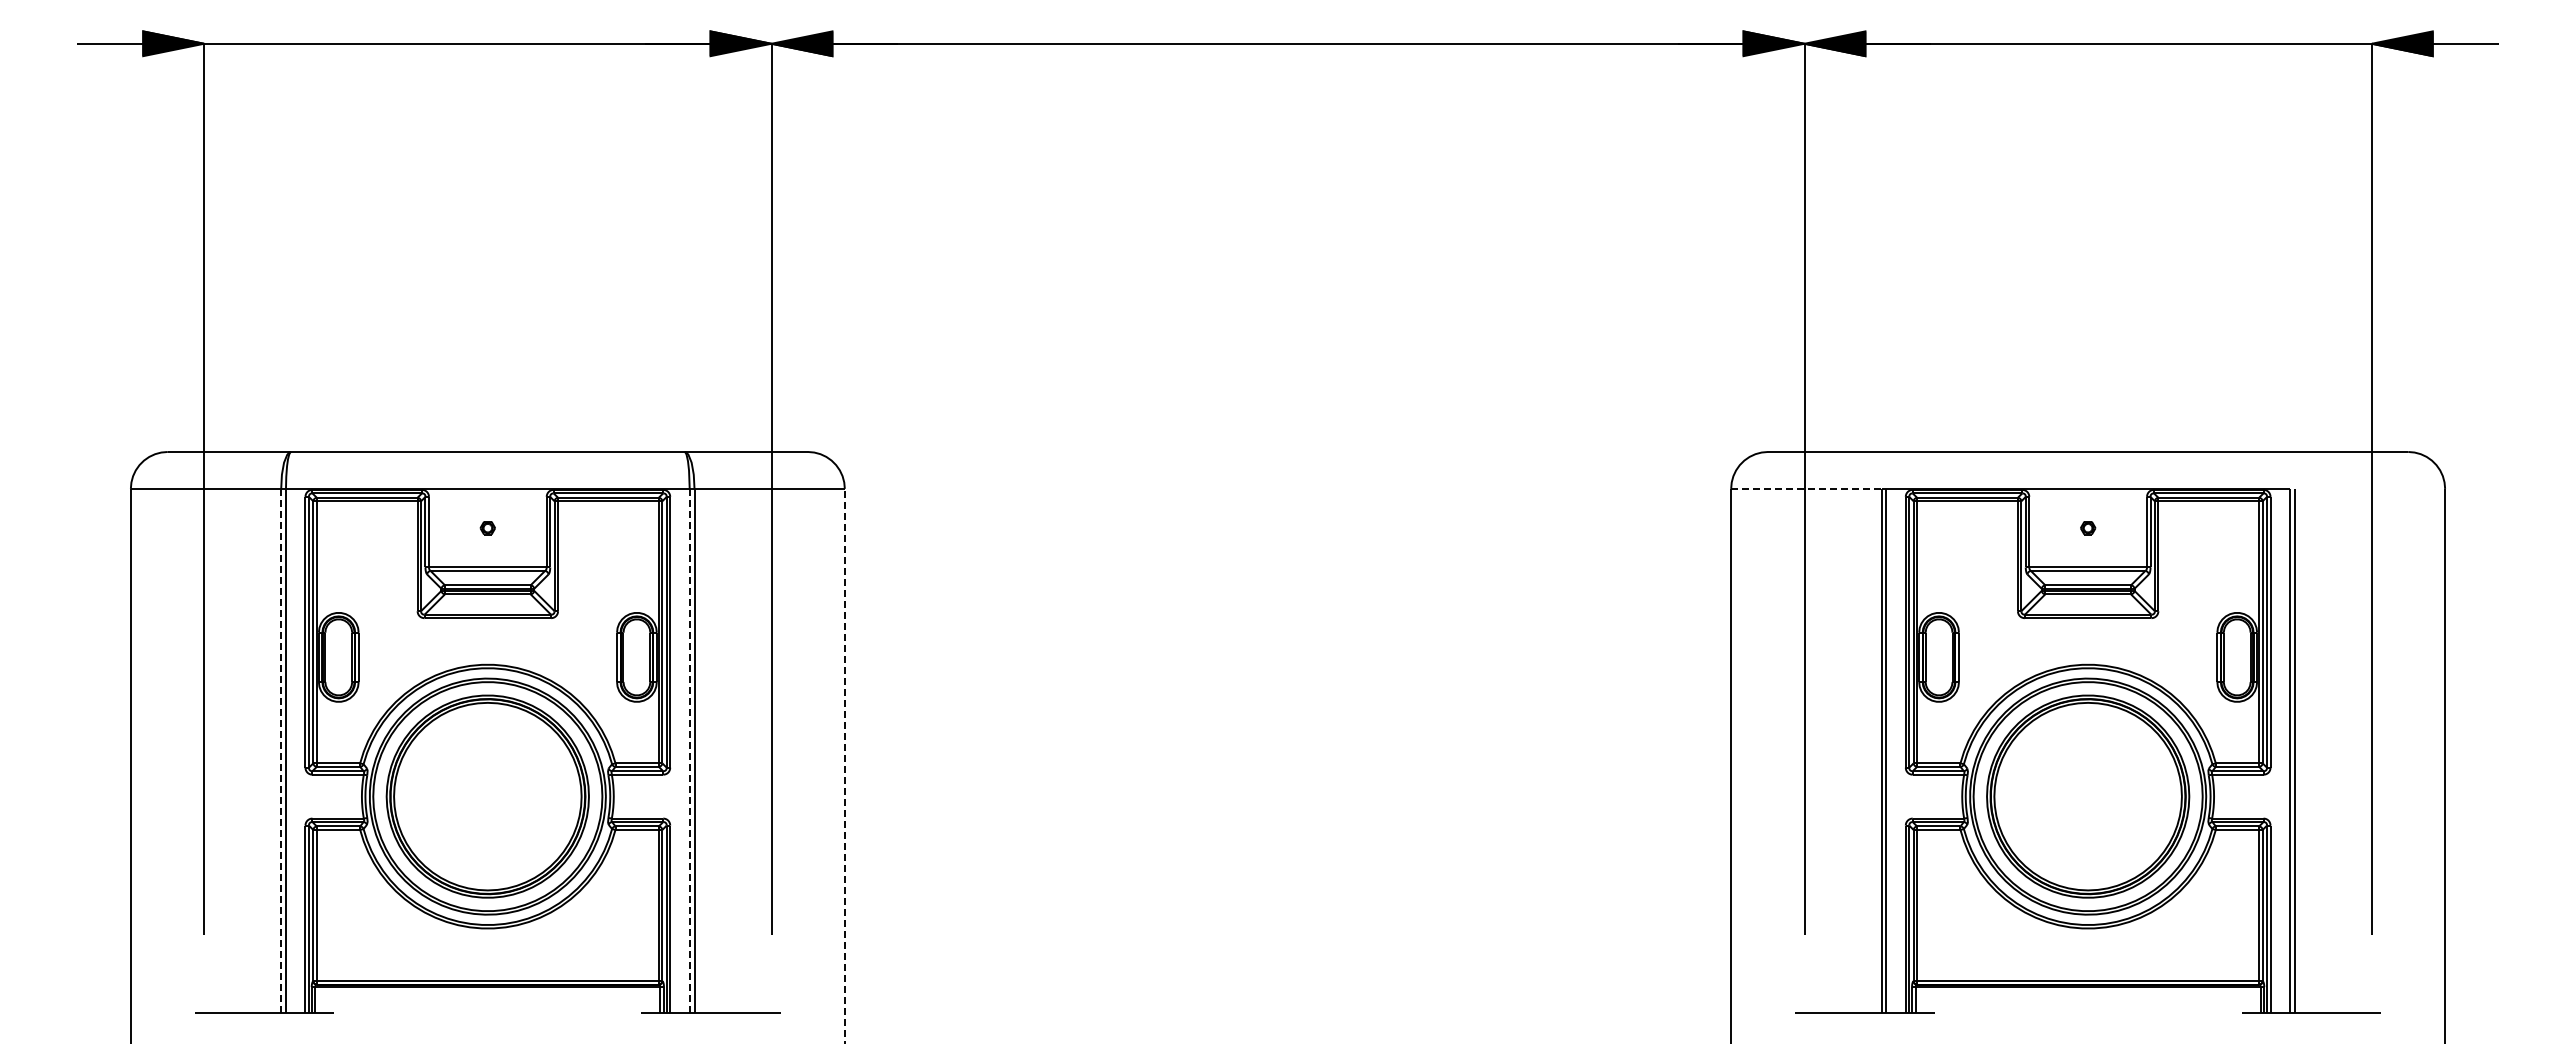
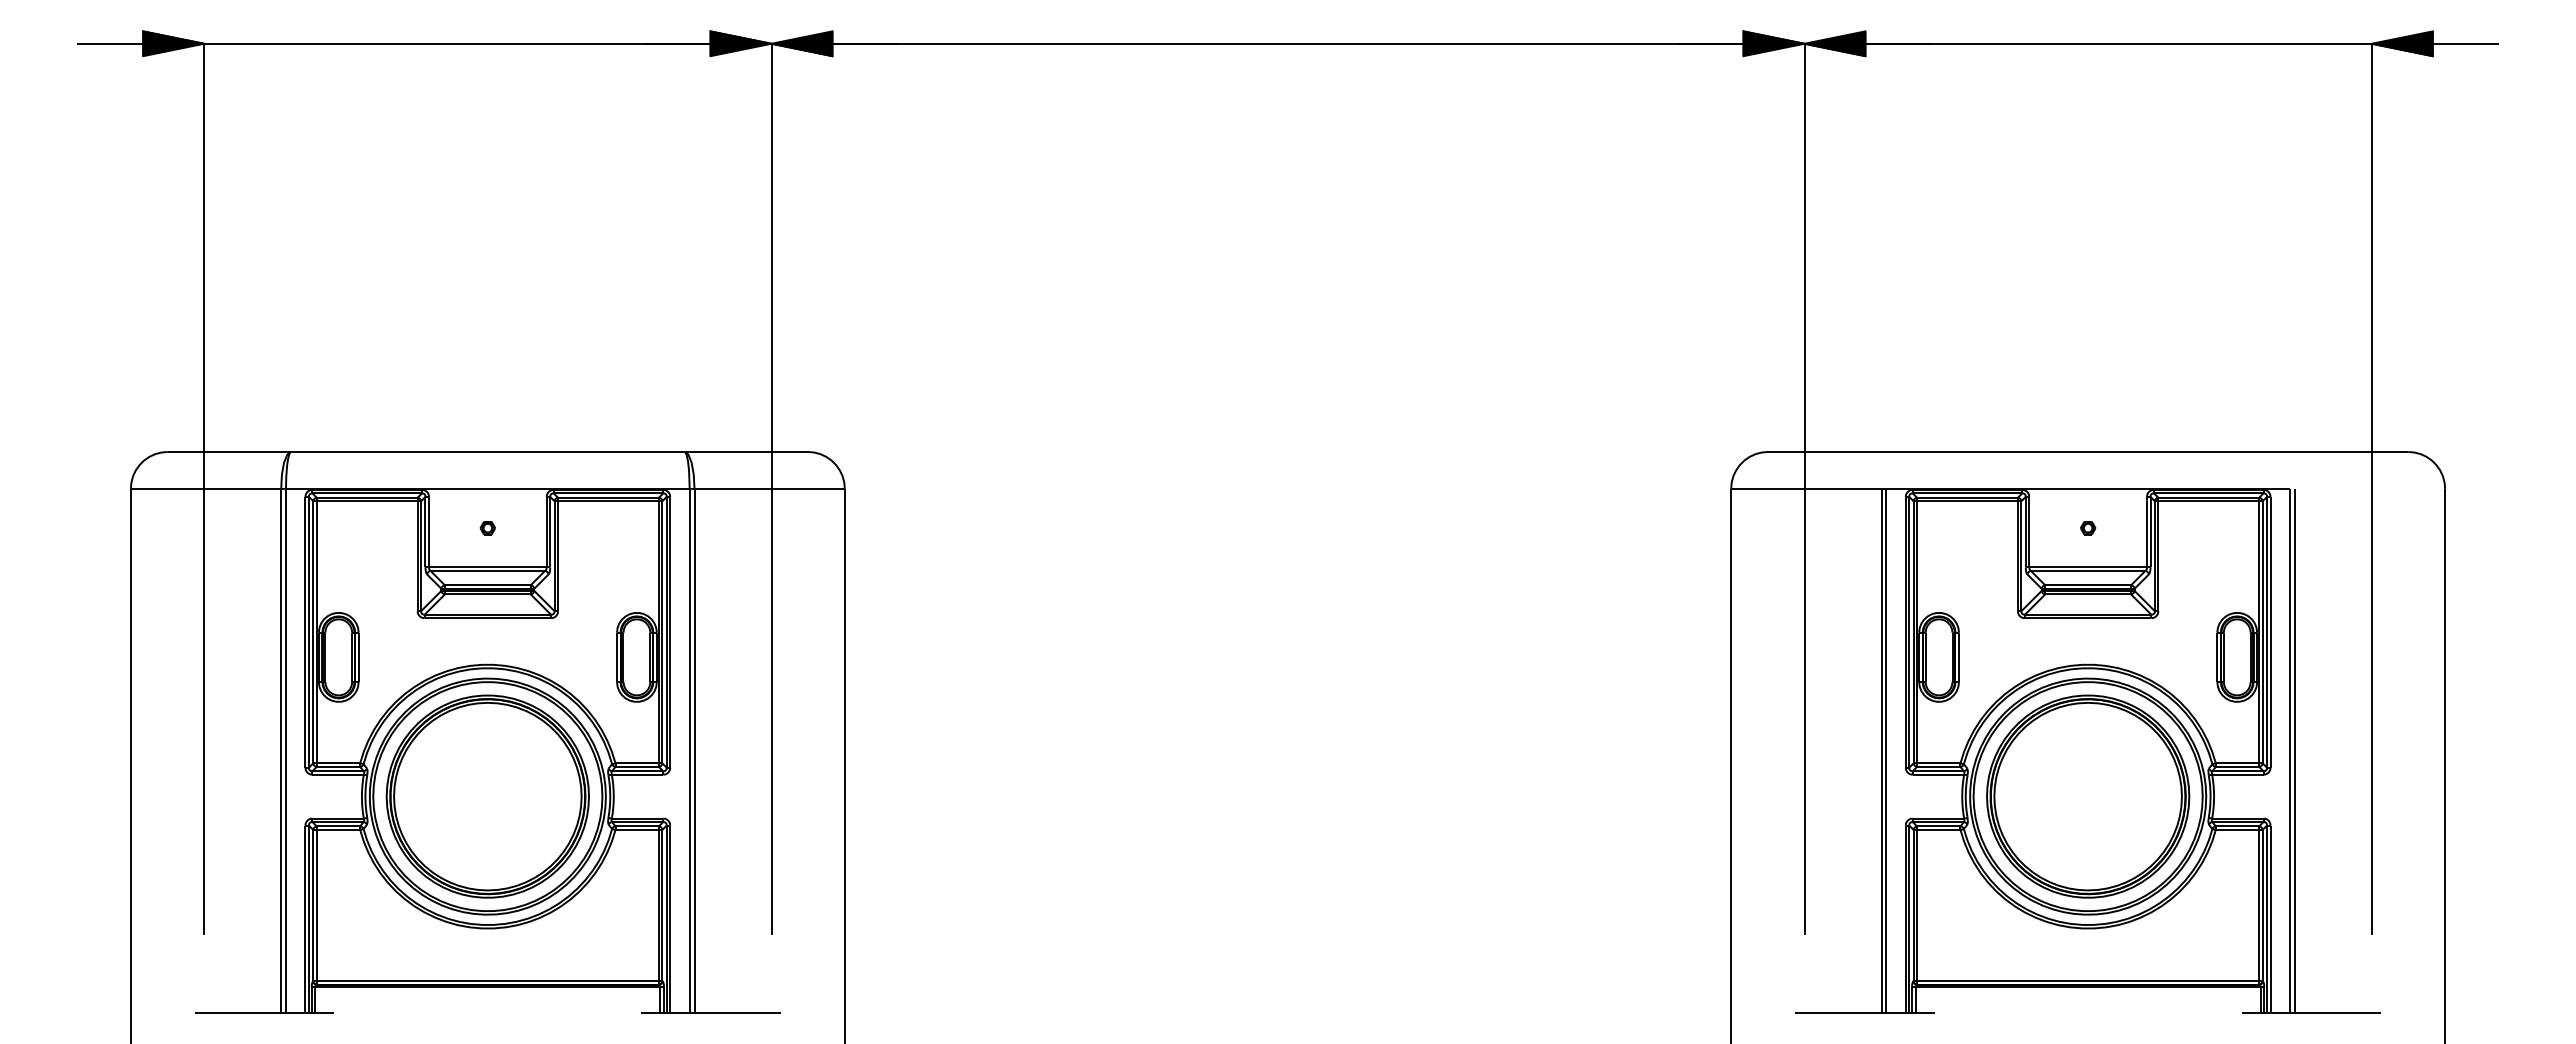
line at (1806, 488): dashed -> solid
line at (281, 750): dashed -> solid
line at (689, 750): dashed -> solid
line at (844, 765): dashed -> solid
